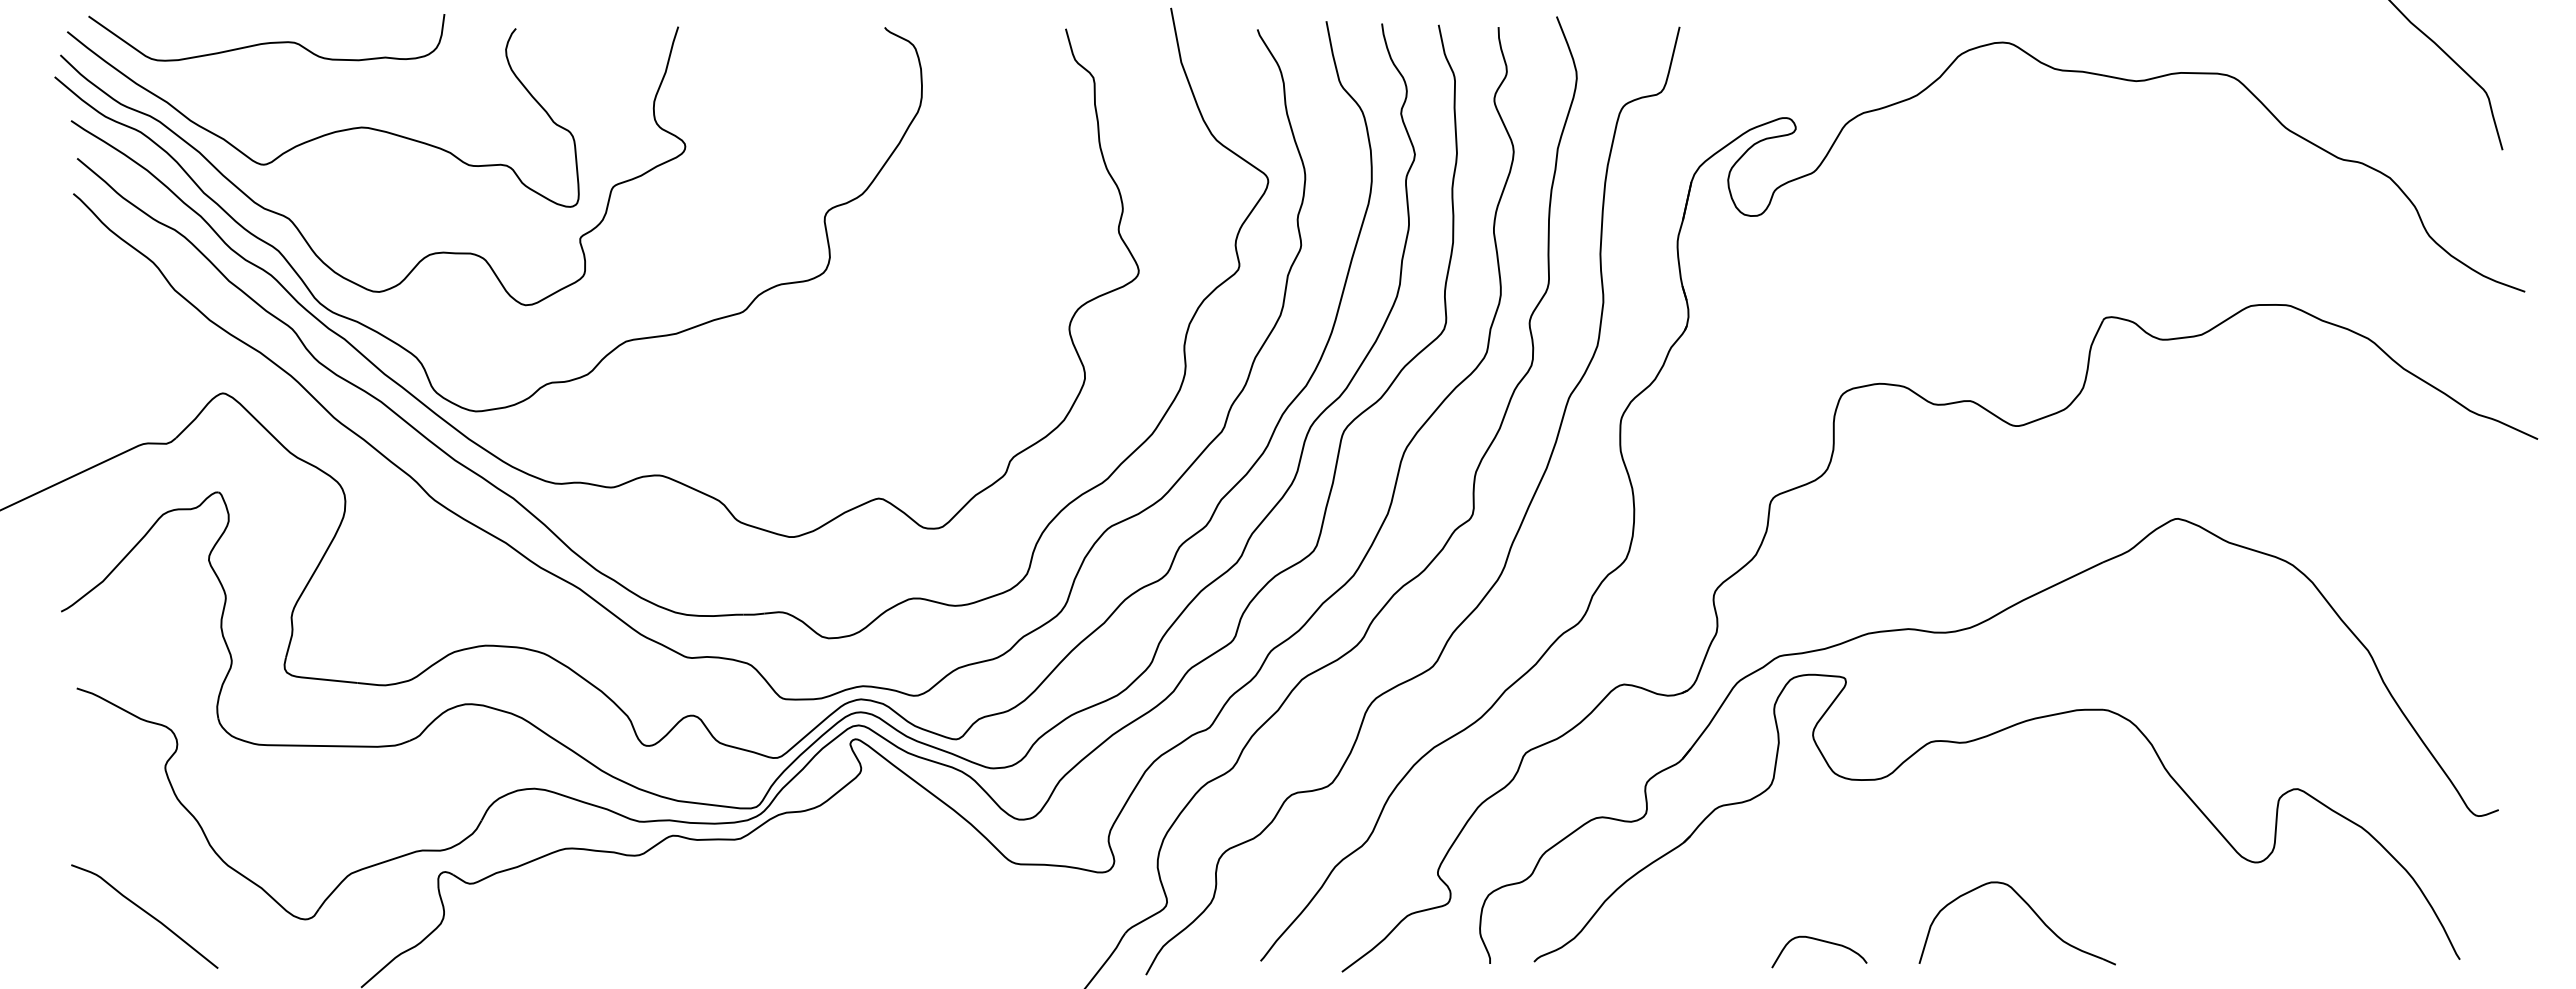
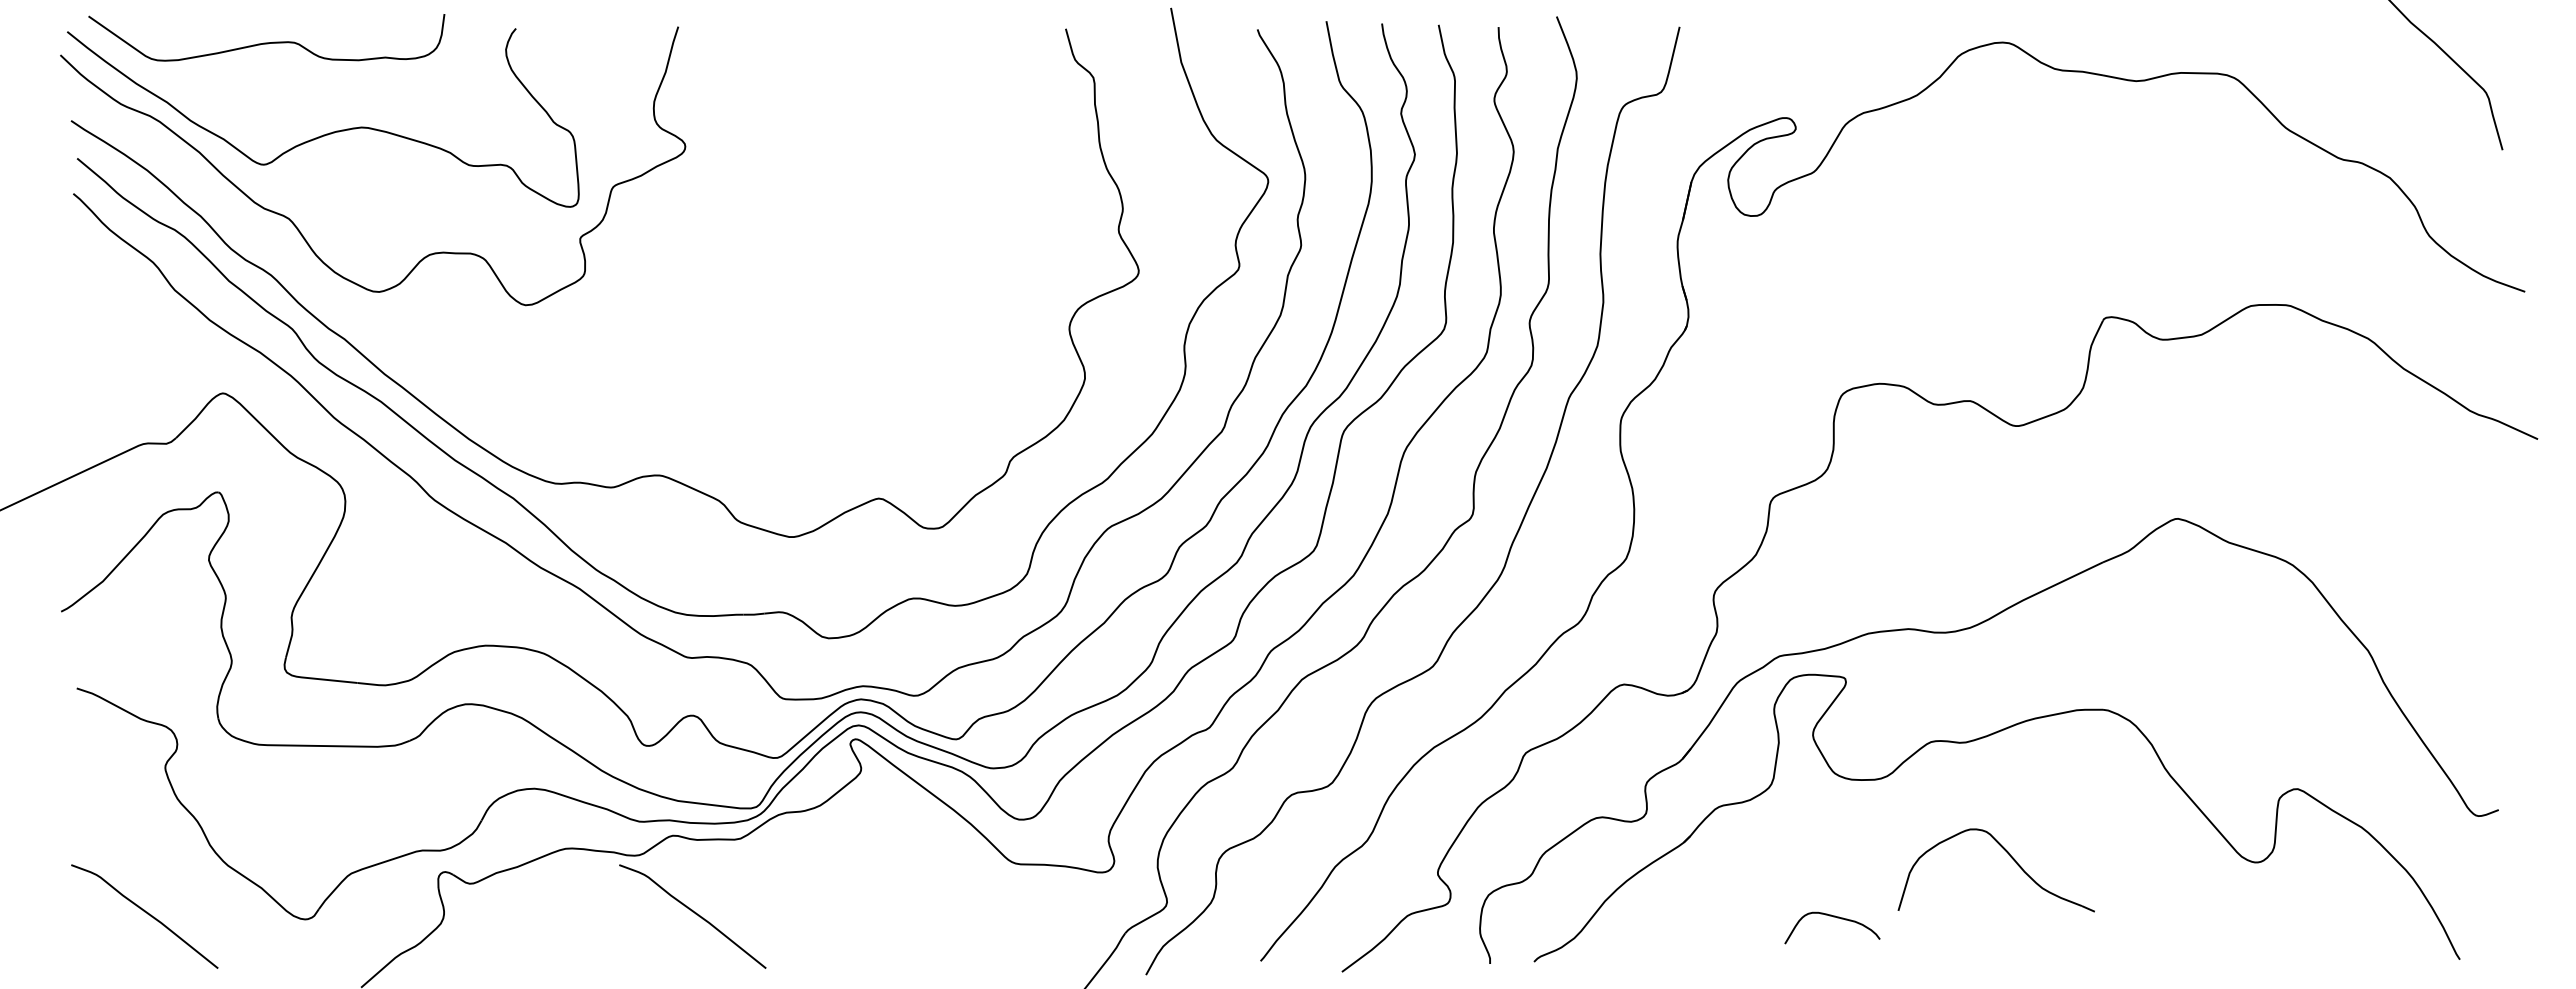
curve at (404, 347): present -> none
part at (2031, 910) position: (2031, 910) -> (2010, 857)
curve at (694, 913): none -> present
curve at (1820, 941) position: (1820, 941) -> (1833, 917)
